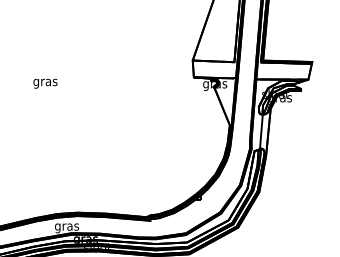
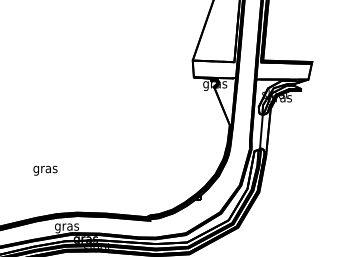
text at (45, 83) position: (45, 83) -> (45, 170)
